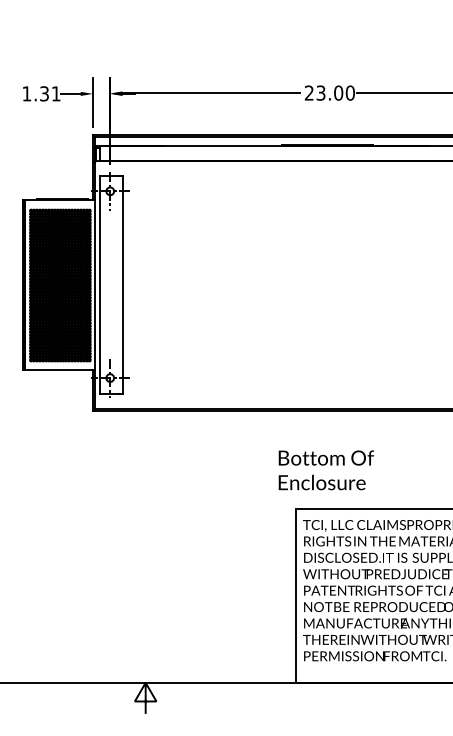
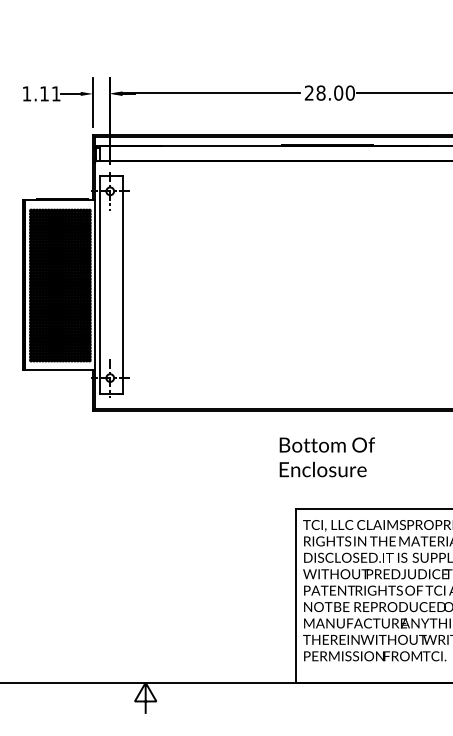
text at (320, 92): 23.00 -> 28.00
text at (44, 93): 1.31 -> 1.11
text at (325, 470) position: (325, 470) -> (326, 457)
